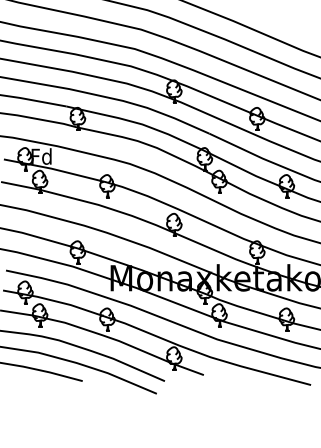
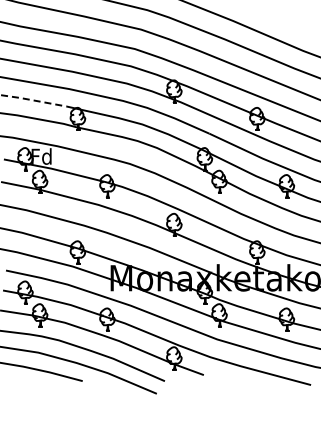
line at (33, 100): solid -> dashed
